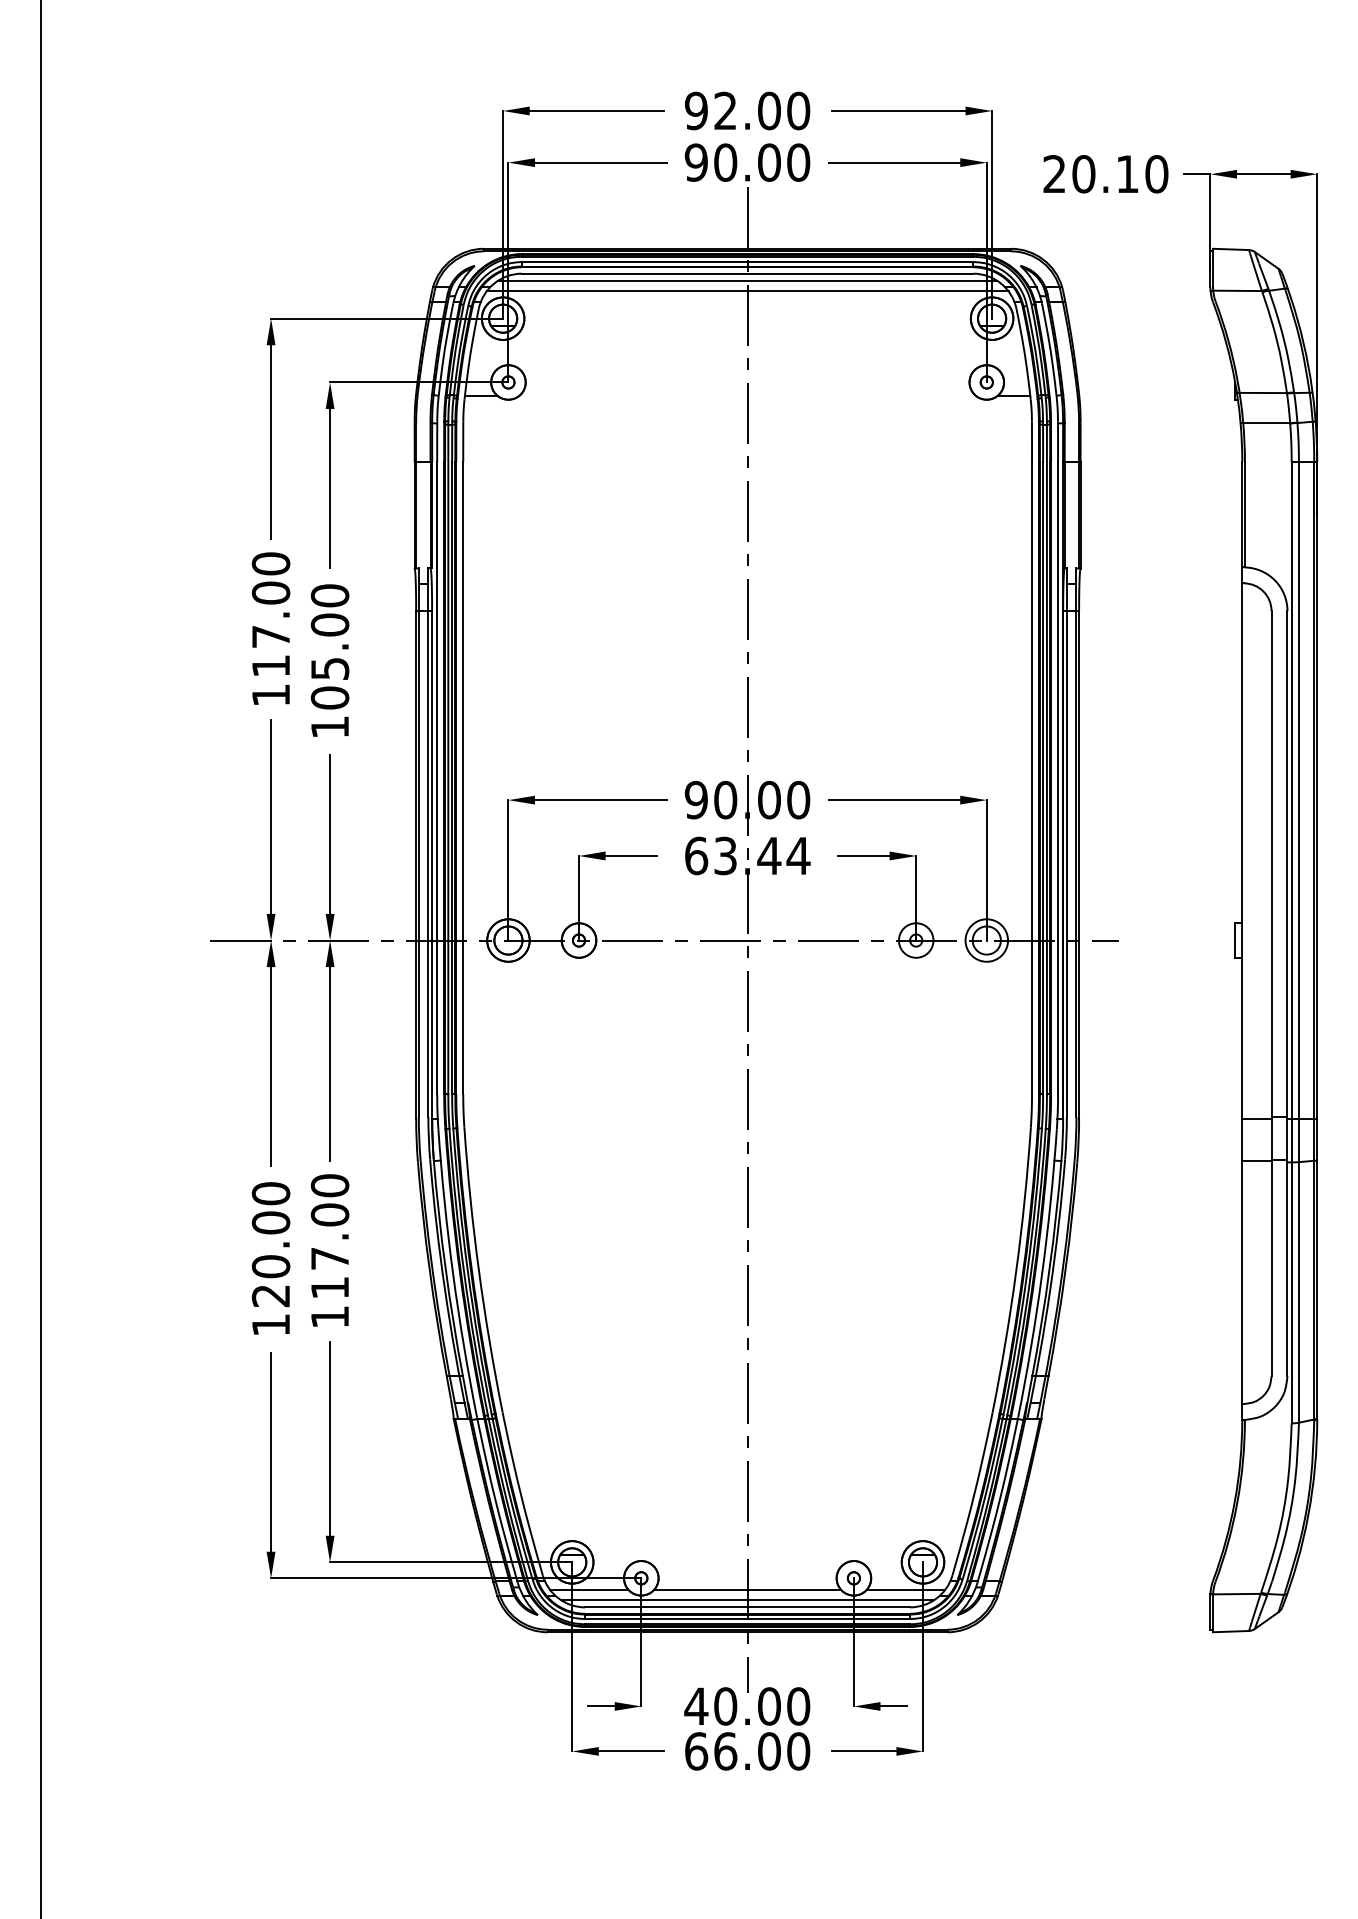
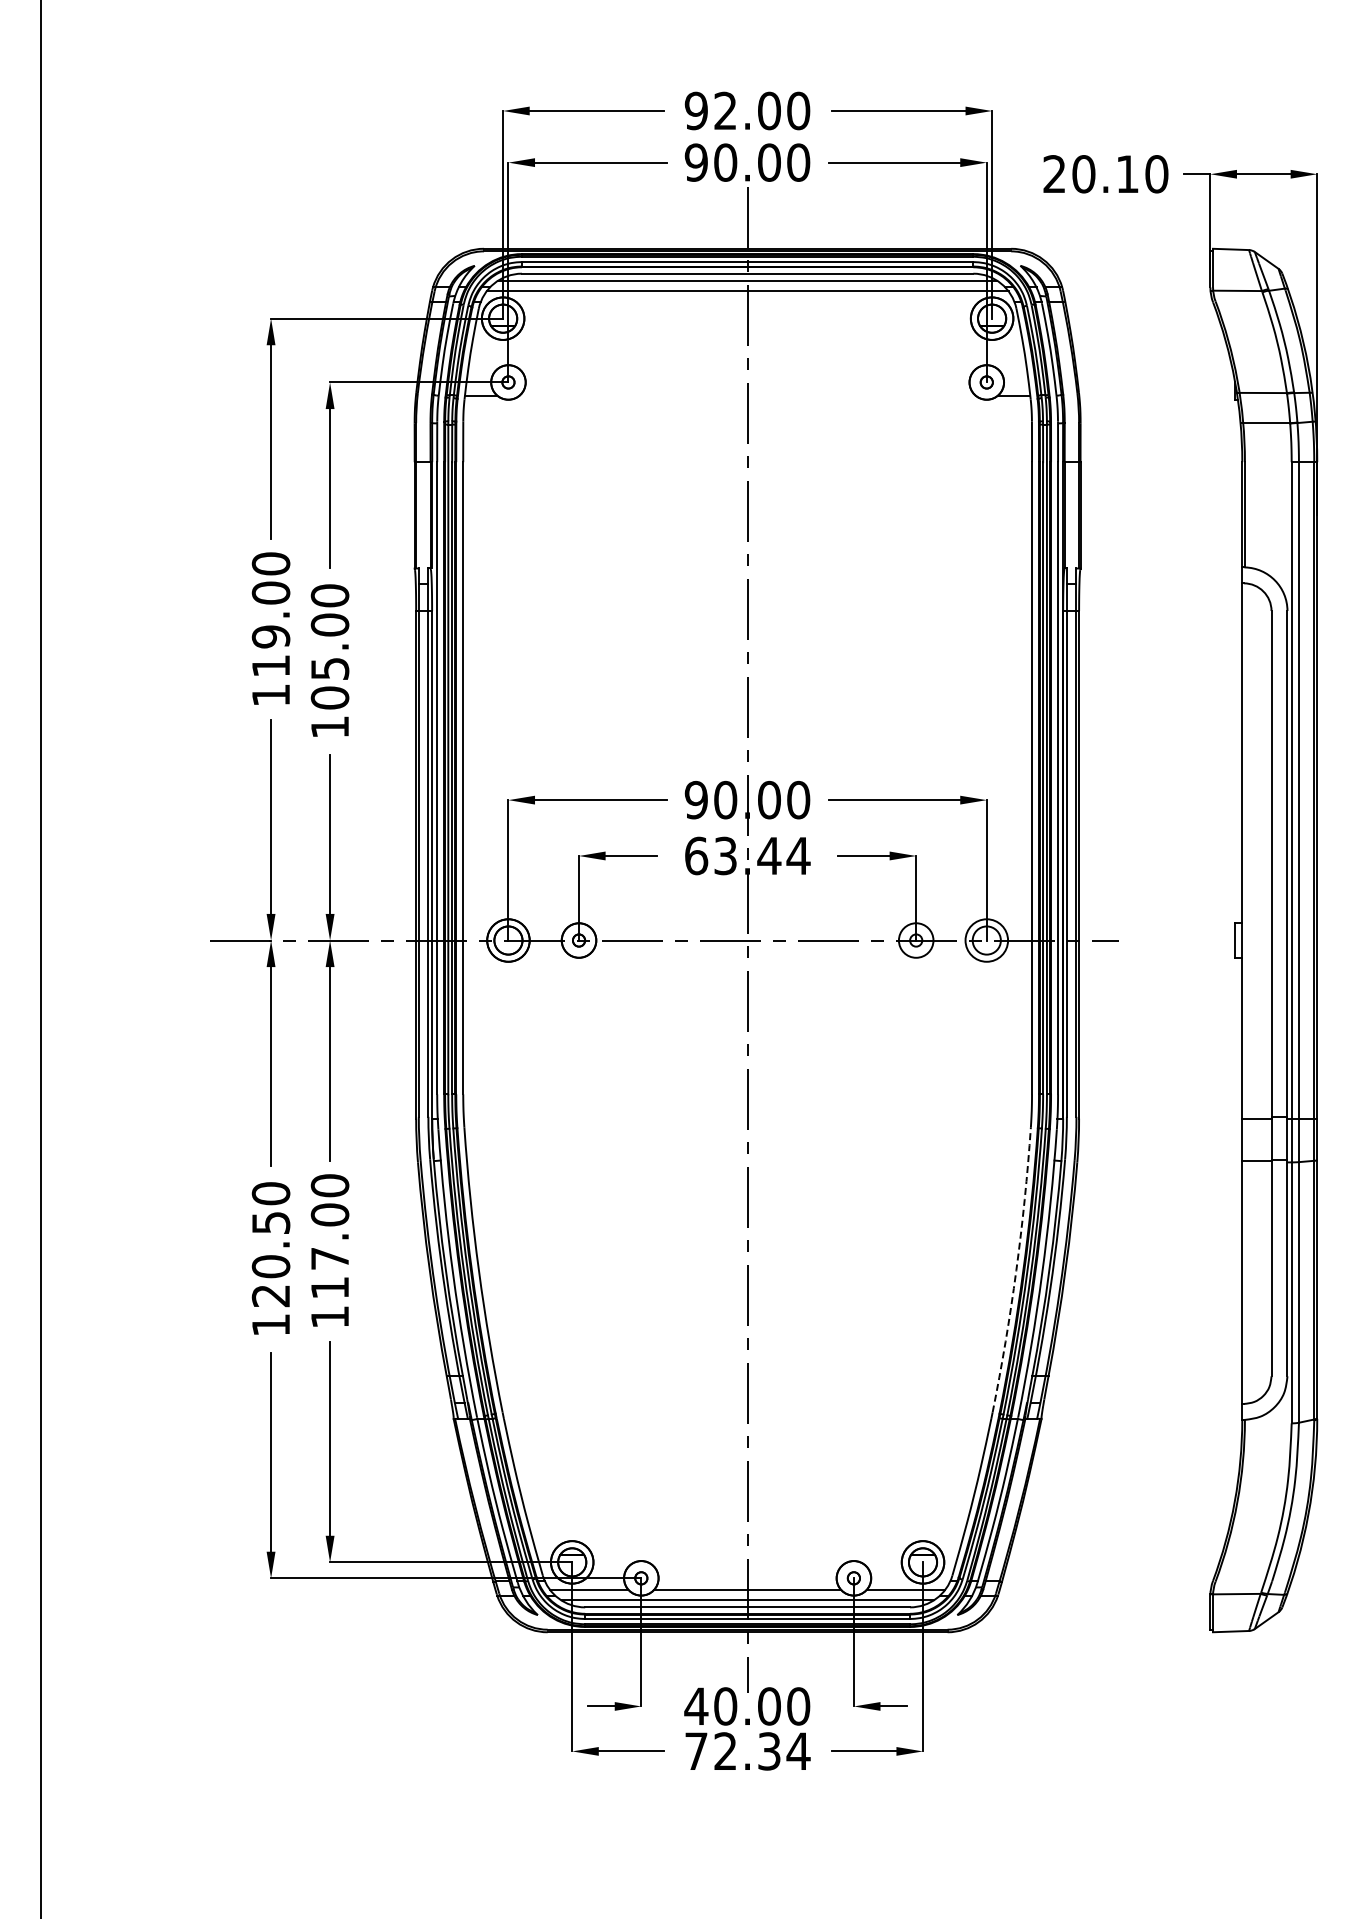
text at (270, 636): 117.00 -> 119.00
text at (270, 1222): 120.00 -> 120.50
arc at (1016, 1270): solid -> dashed
text at (747, 1751): 66.00 -> 72.34
